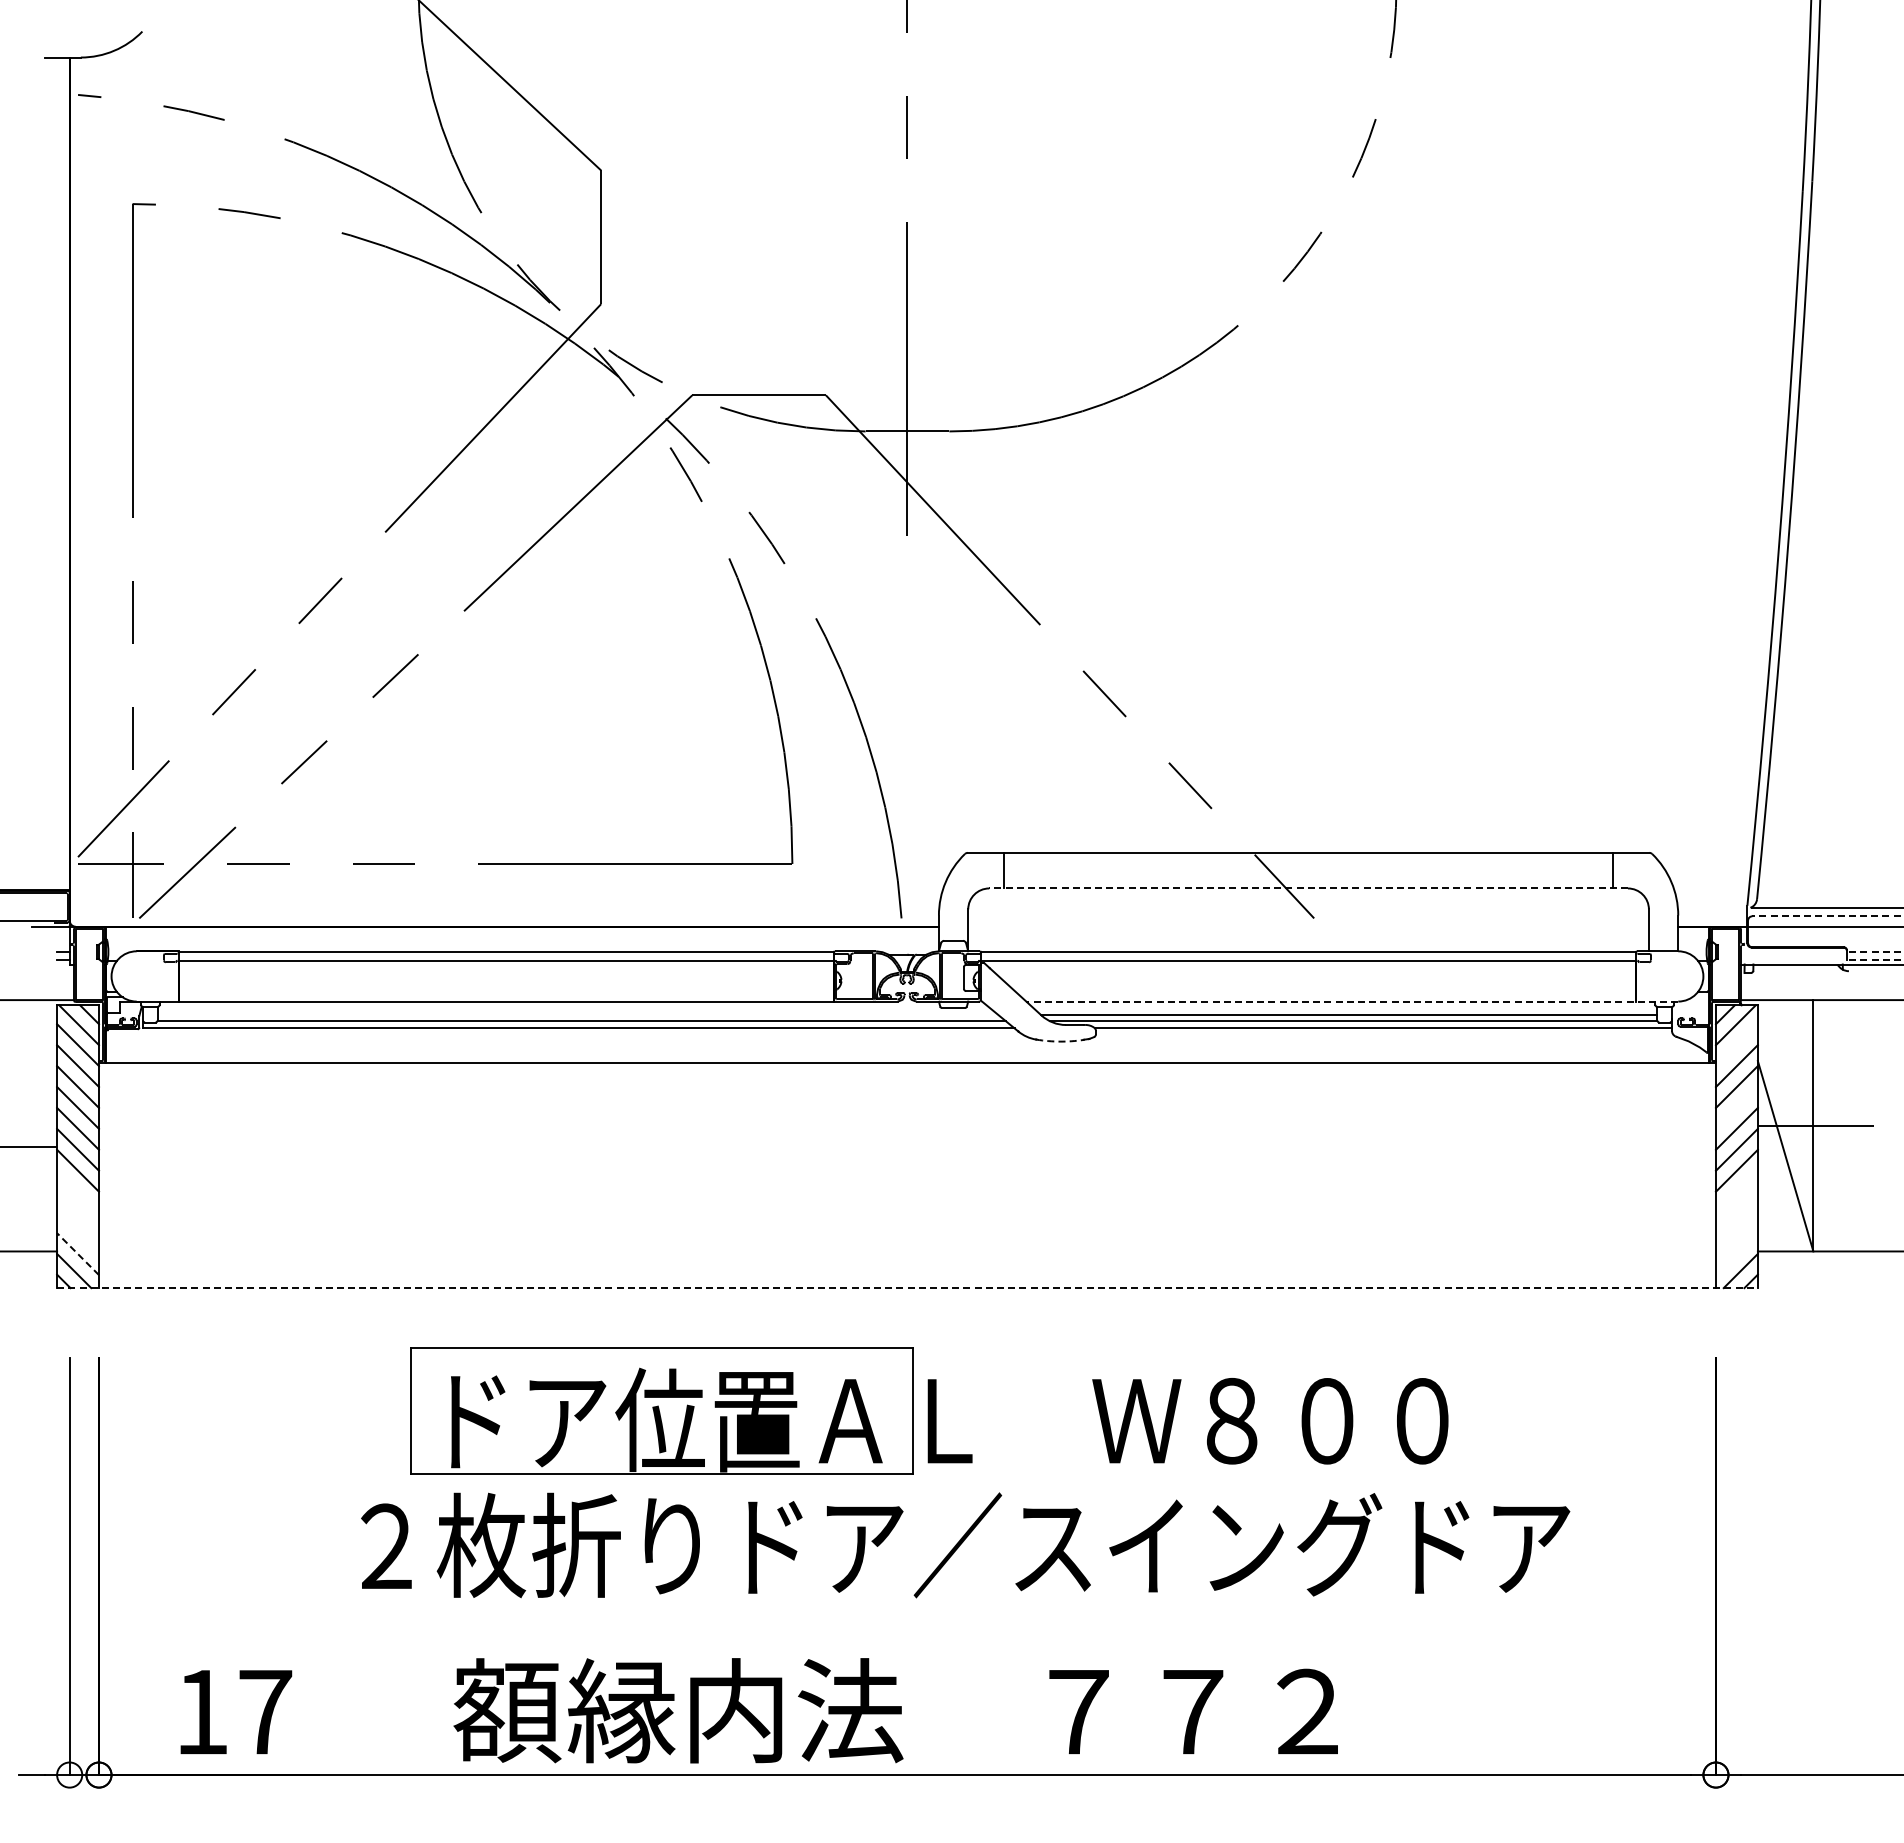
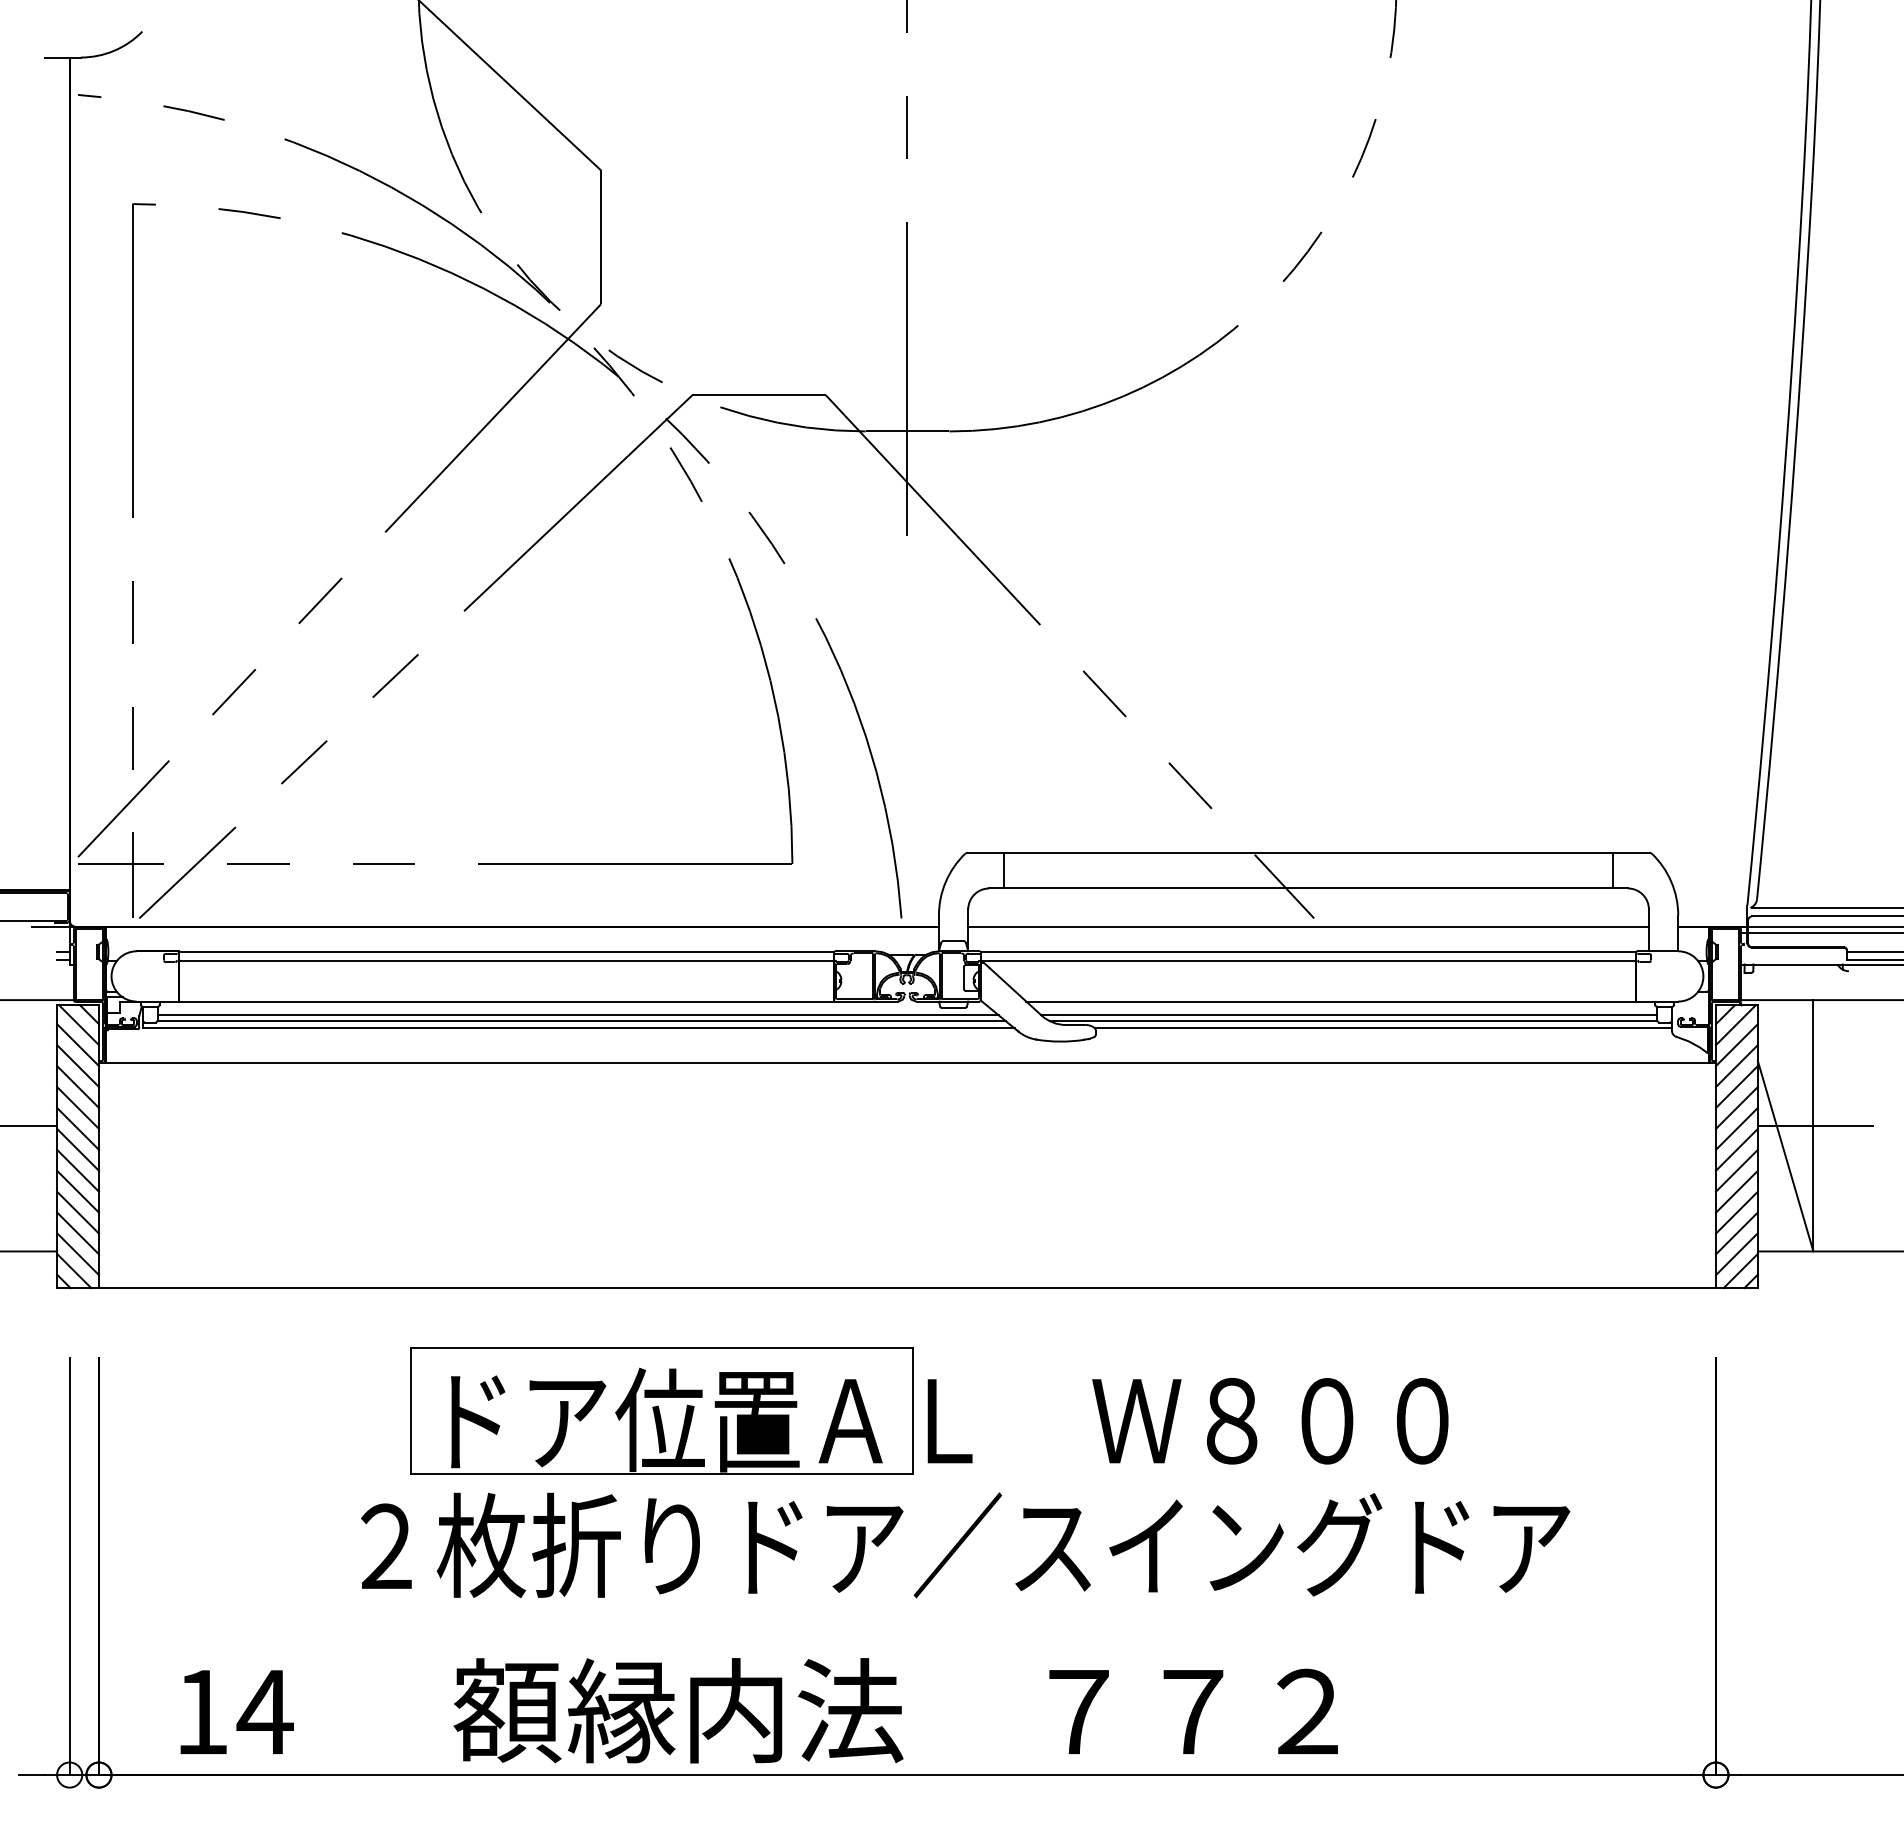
line at (1308, 888): dashed -> solid
line at (1827, 916): dashed -> solid
line at (1308, 926): none -> present
line at (1820, 933): none -> present
line at (1874, 951): dashed -> solid
line at (1874, 960): dashed -> solid
line at (1352, 1001): dashed -> solid
line at (577, 1015): none -> present
arc at (1060, 1041): dashed -> solid
line at (1736, 1045): none -> present
line at (1736, 1107): none -> present
line at (29, 1146) position: (29, 1146) -> (29, 1125)
line at (78, 1191): none -> present
line at (1736, 1191): none -> present
line at (78, 1212): none -> present
line at (1736, 1212): none -> present
line at (78, 1233): none -> present
line at (1736, 1233): none -> present
line at (78, 1254): dashed -> solid
line at (1736, 1254): none -> present
line at (908, 1288): dashed -> solid
text at (264, 1712): 17 -> 14
